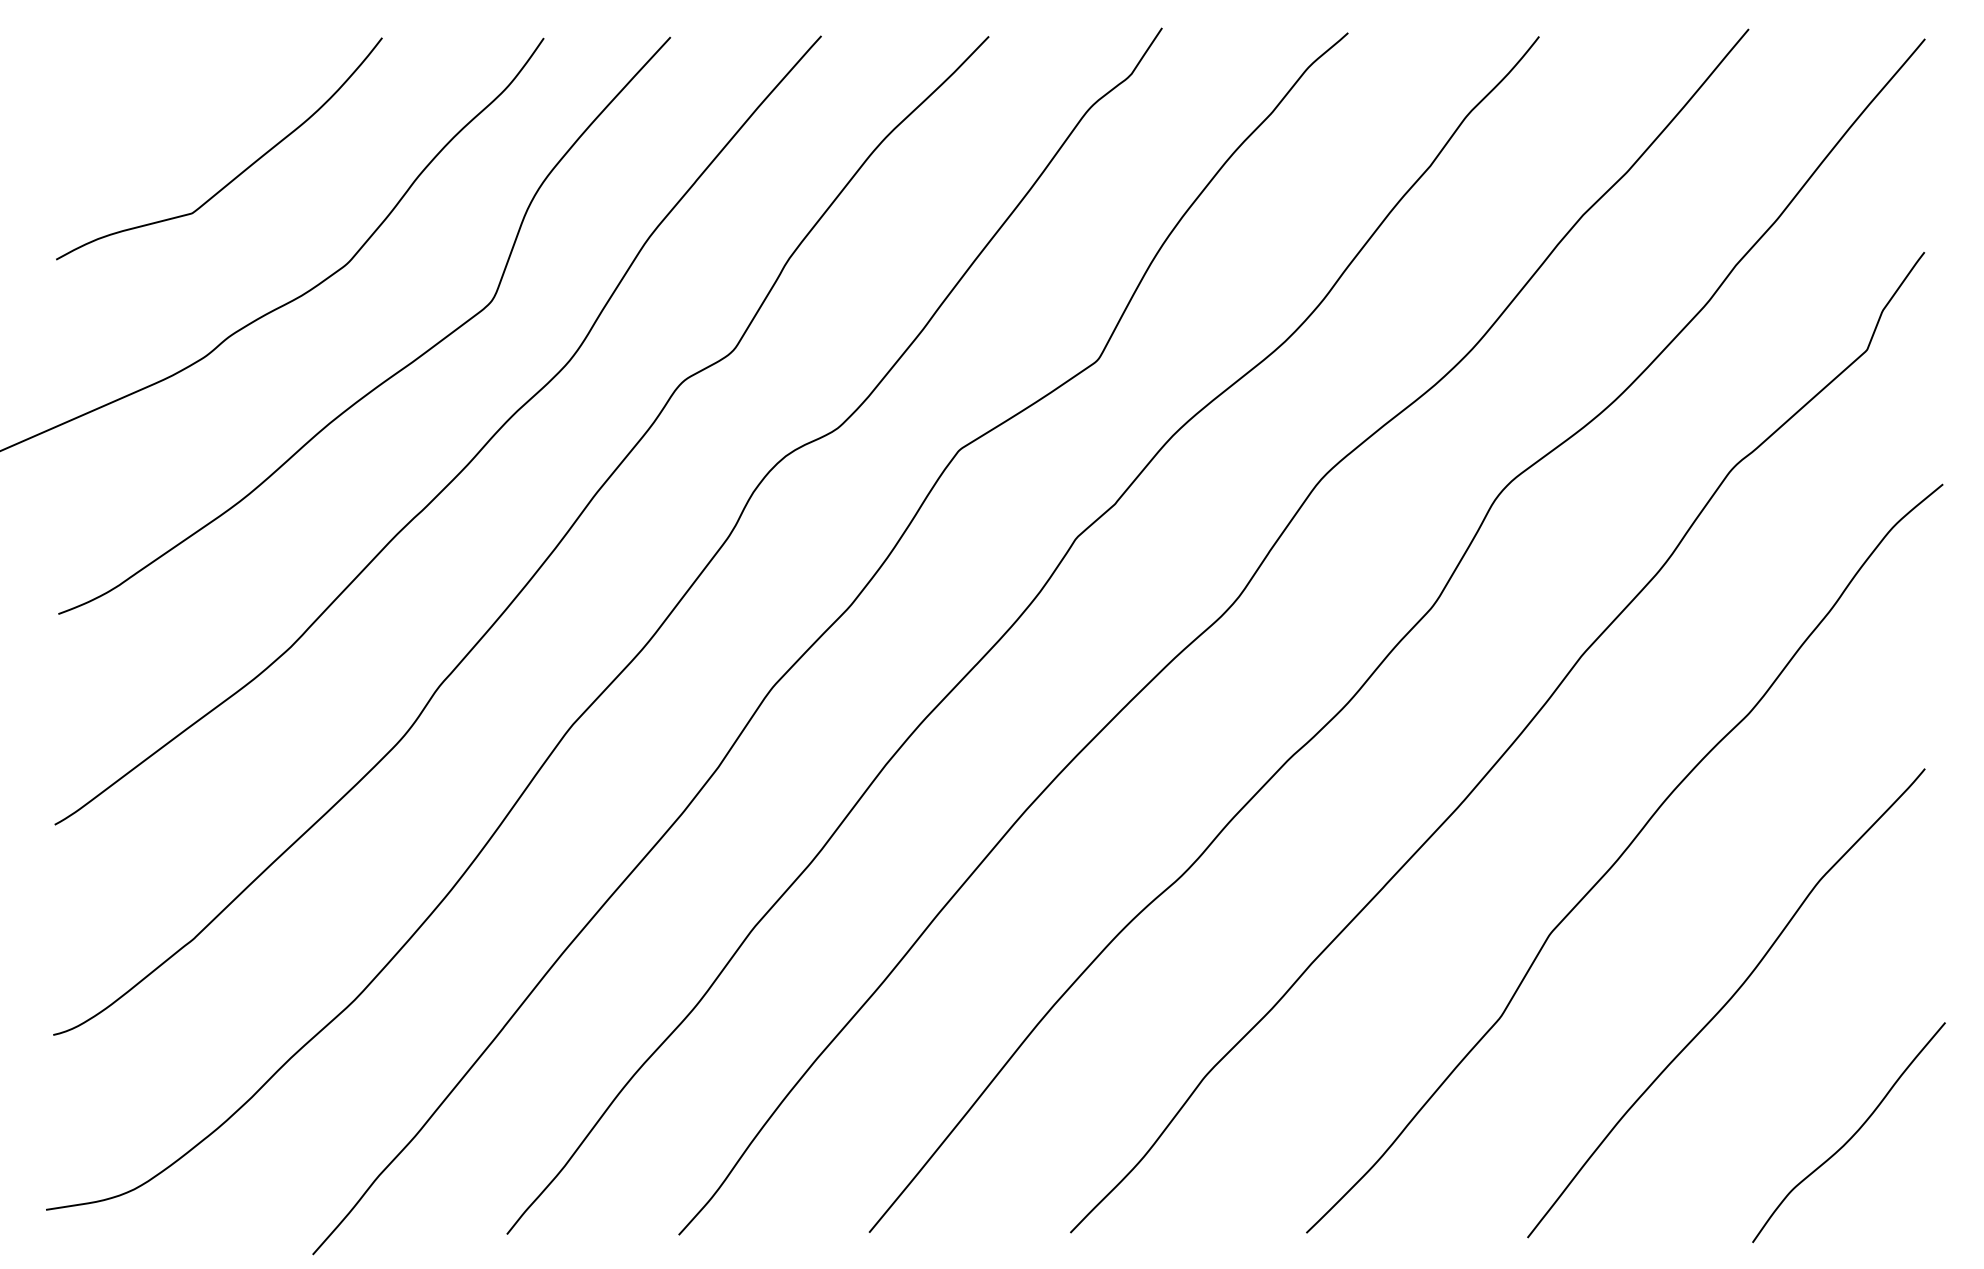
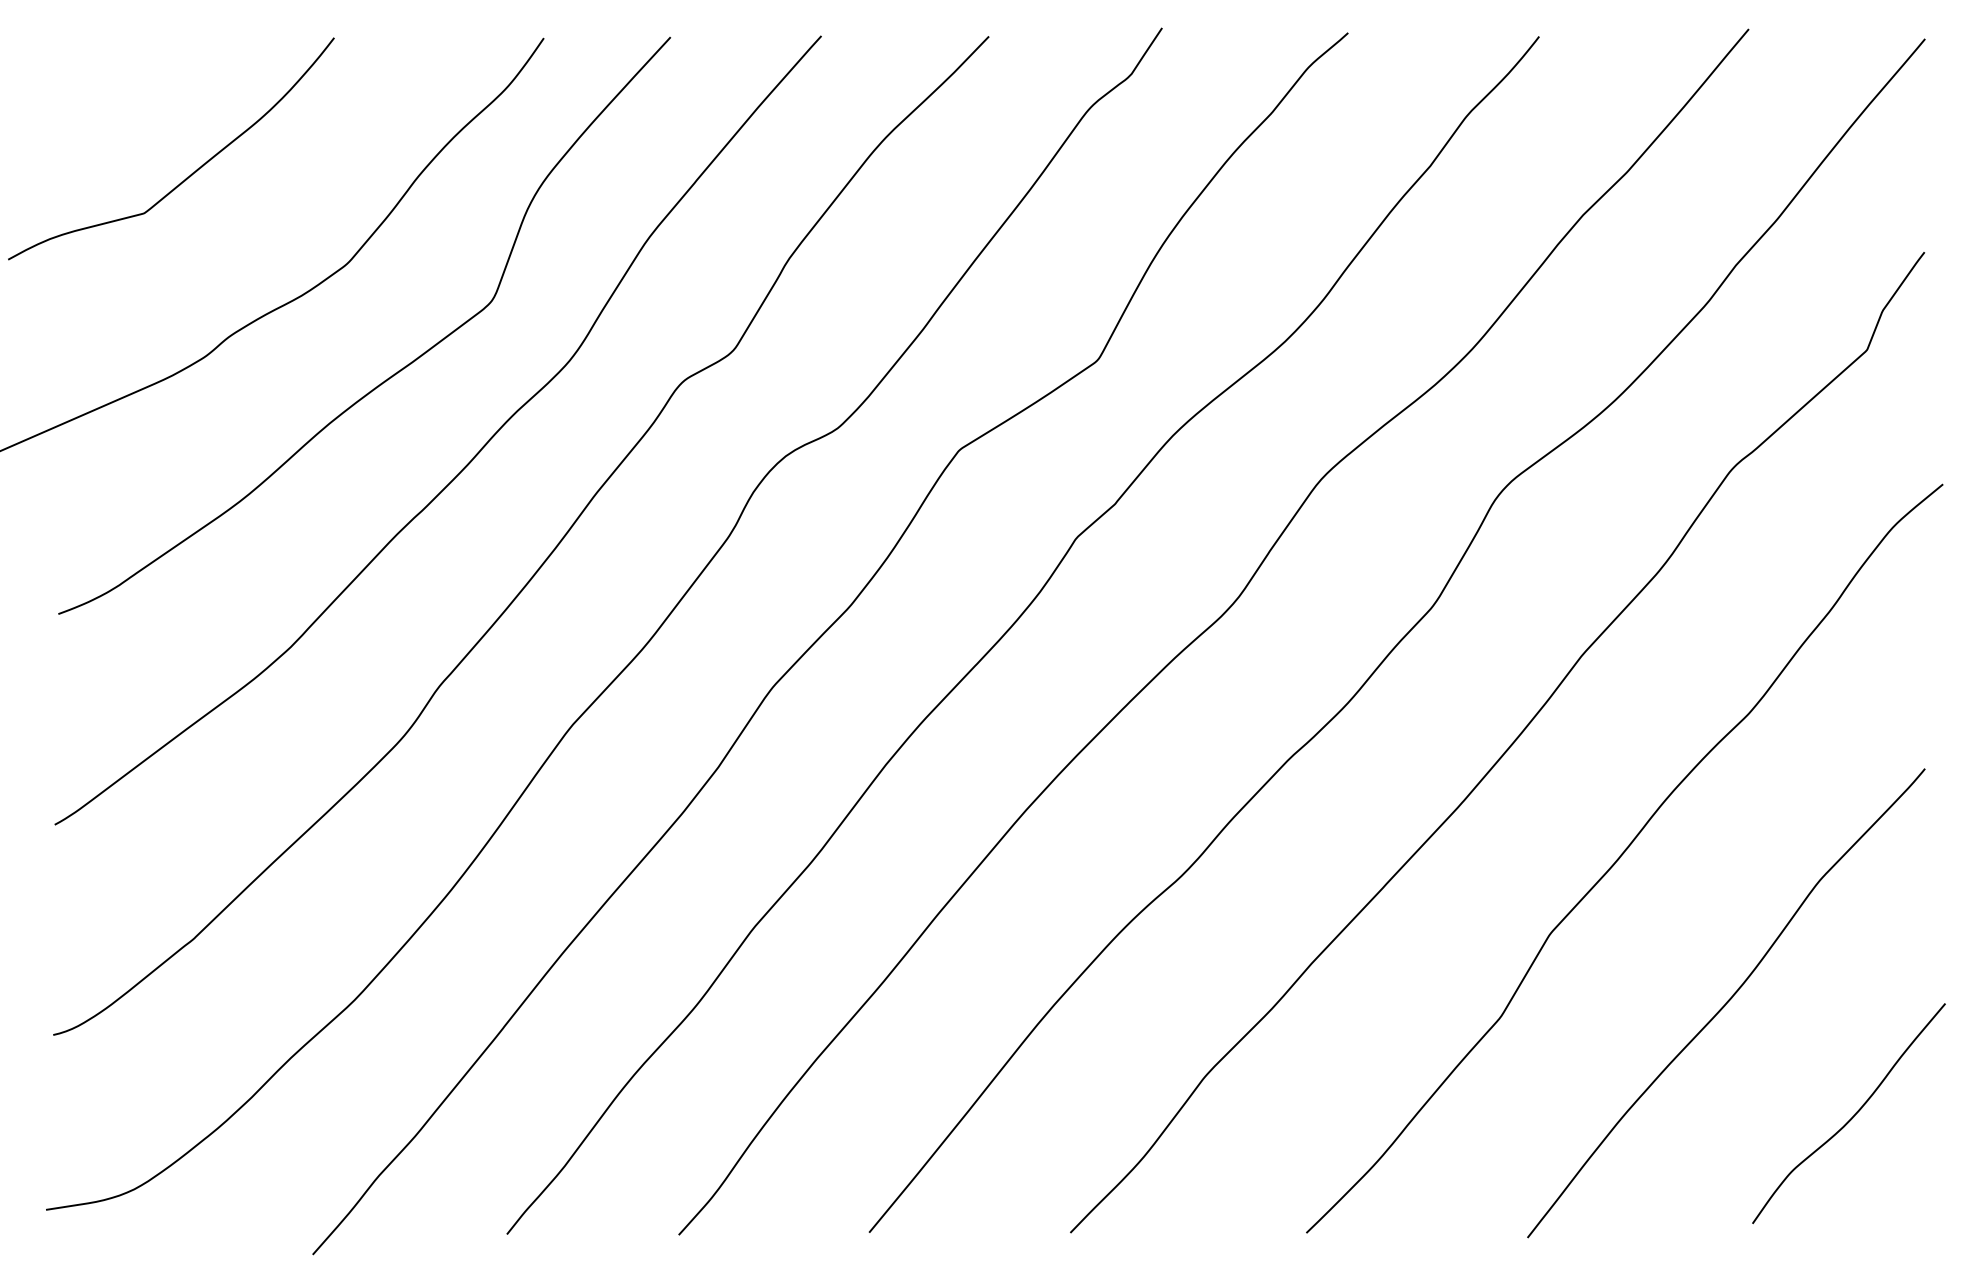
curve at (240, 172) position: (240, 172) -> (192, 172)
curve at (1852, 1135) position: (1852, 1135) -> (1852, 1116)
